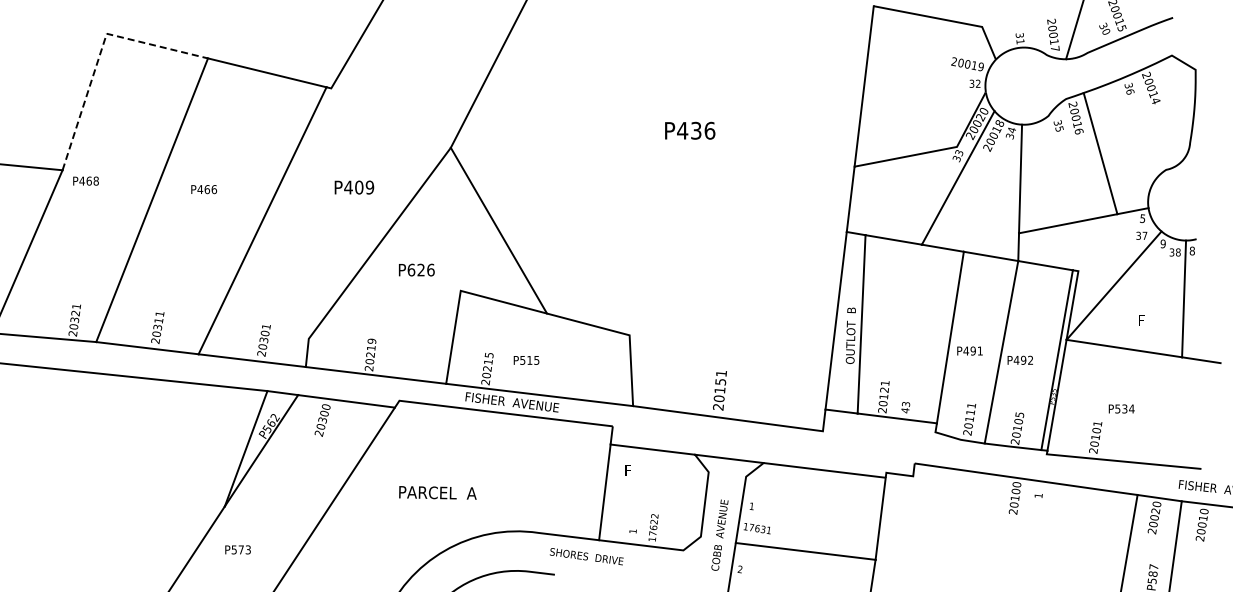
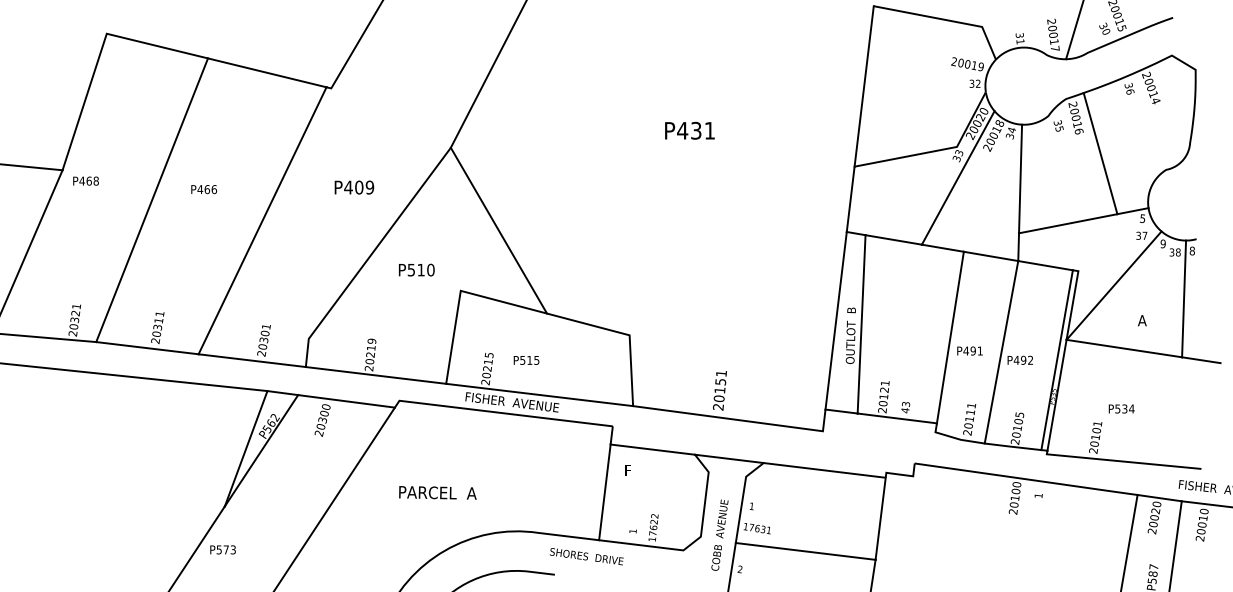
line at (100, 51): dashed -> solid
text at (709, 130): P436 -> P431
text at (420, 269): P626 -> P510
text at (1142, 320): F -> A
text at (237, 549) position: (237, 549) -> (222, 549)
